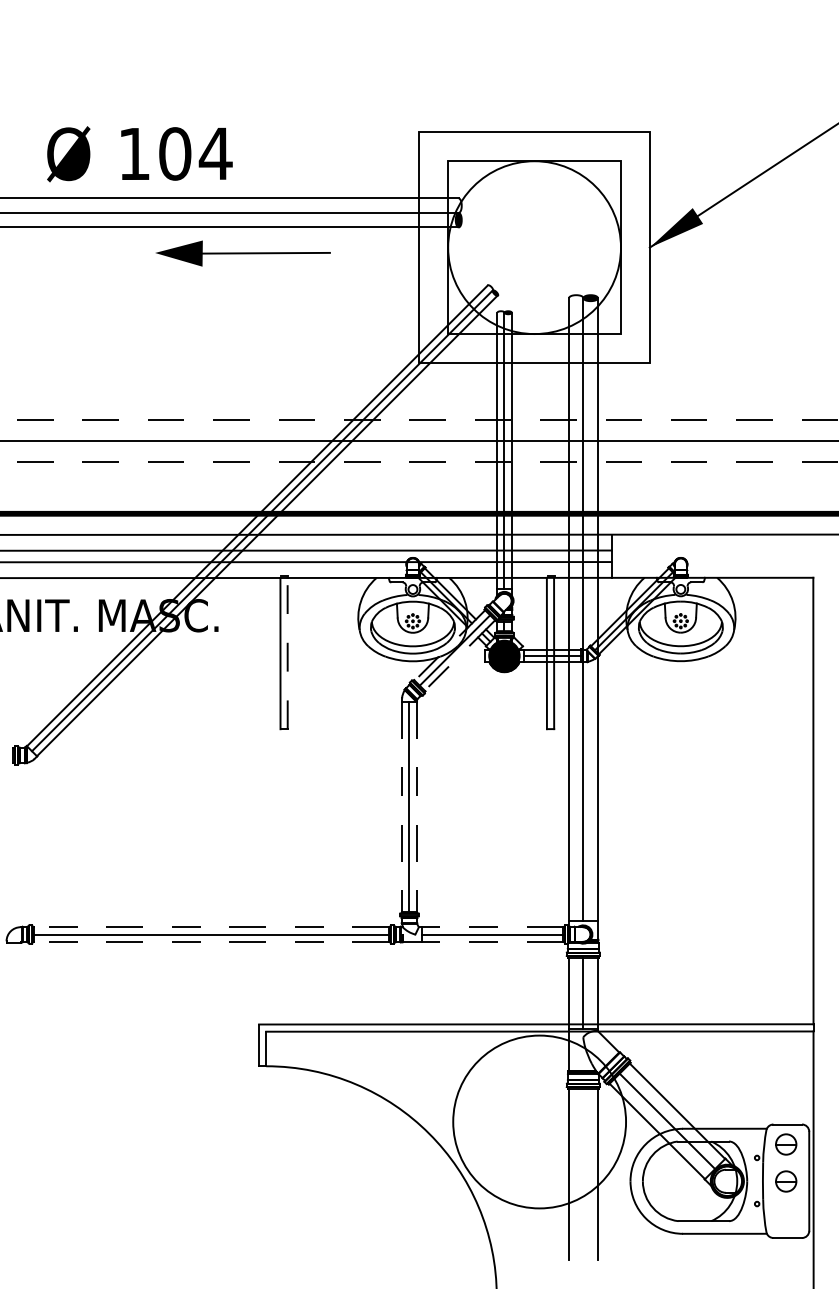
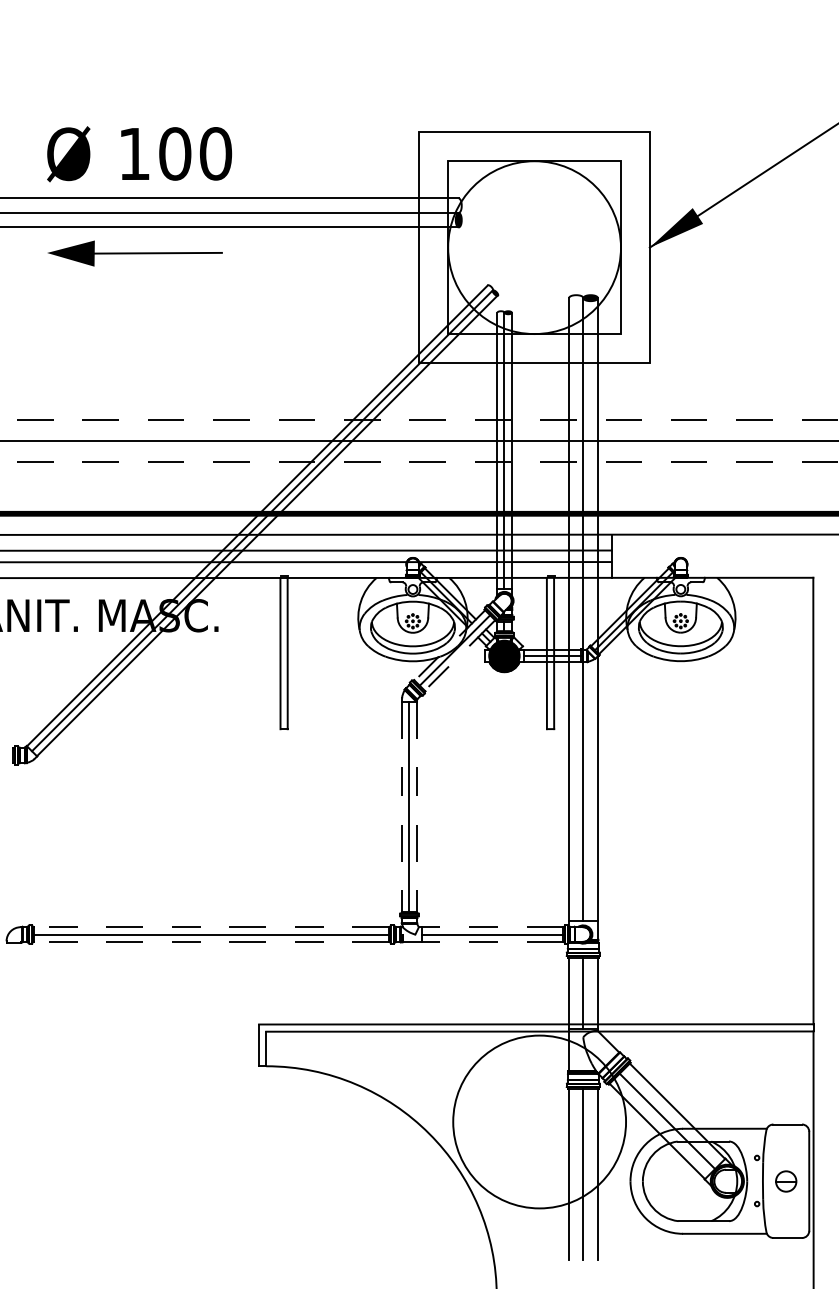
text at (215, 153): 104 -> 100
part at (242, 253) position: (242, 253) -> (134, 253)
line at (287, 653): dashed -> solid
part at (786, 1144): present -> none
line at (583, 1174): none -> present
